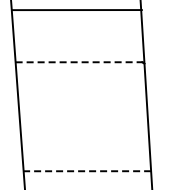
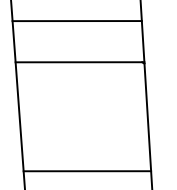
line at (76, 10) position: (76, 10) -> (76, 21)
line at (80, 62): dashed -> solid
line at (87, 171): dashed -> solid
